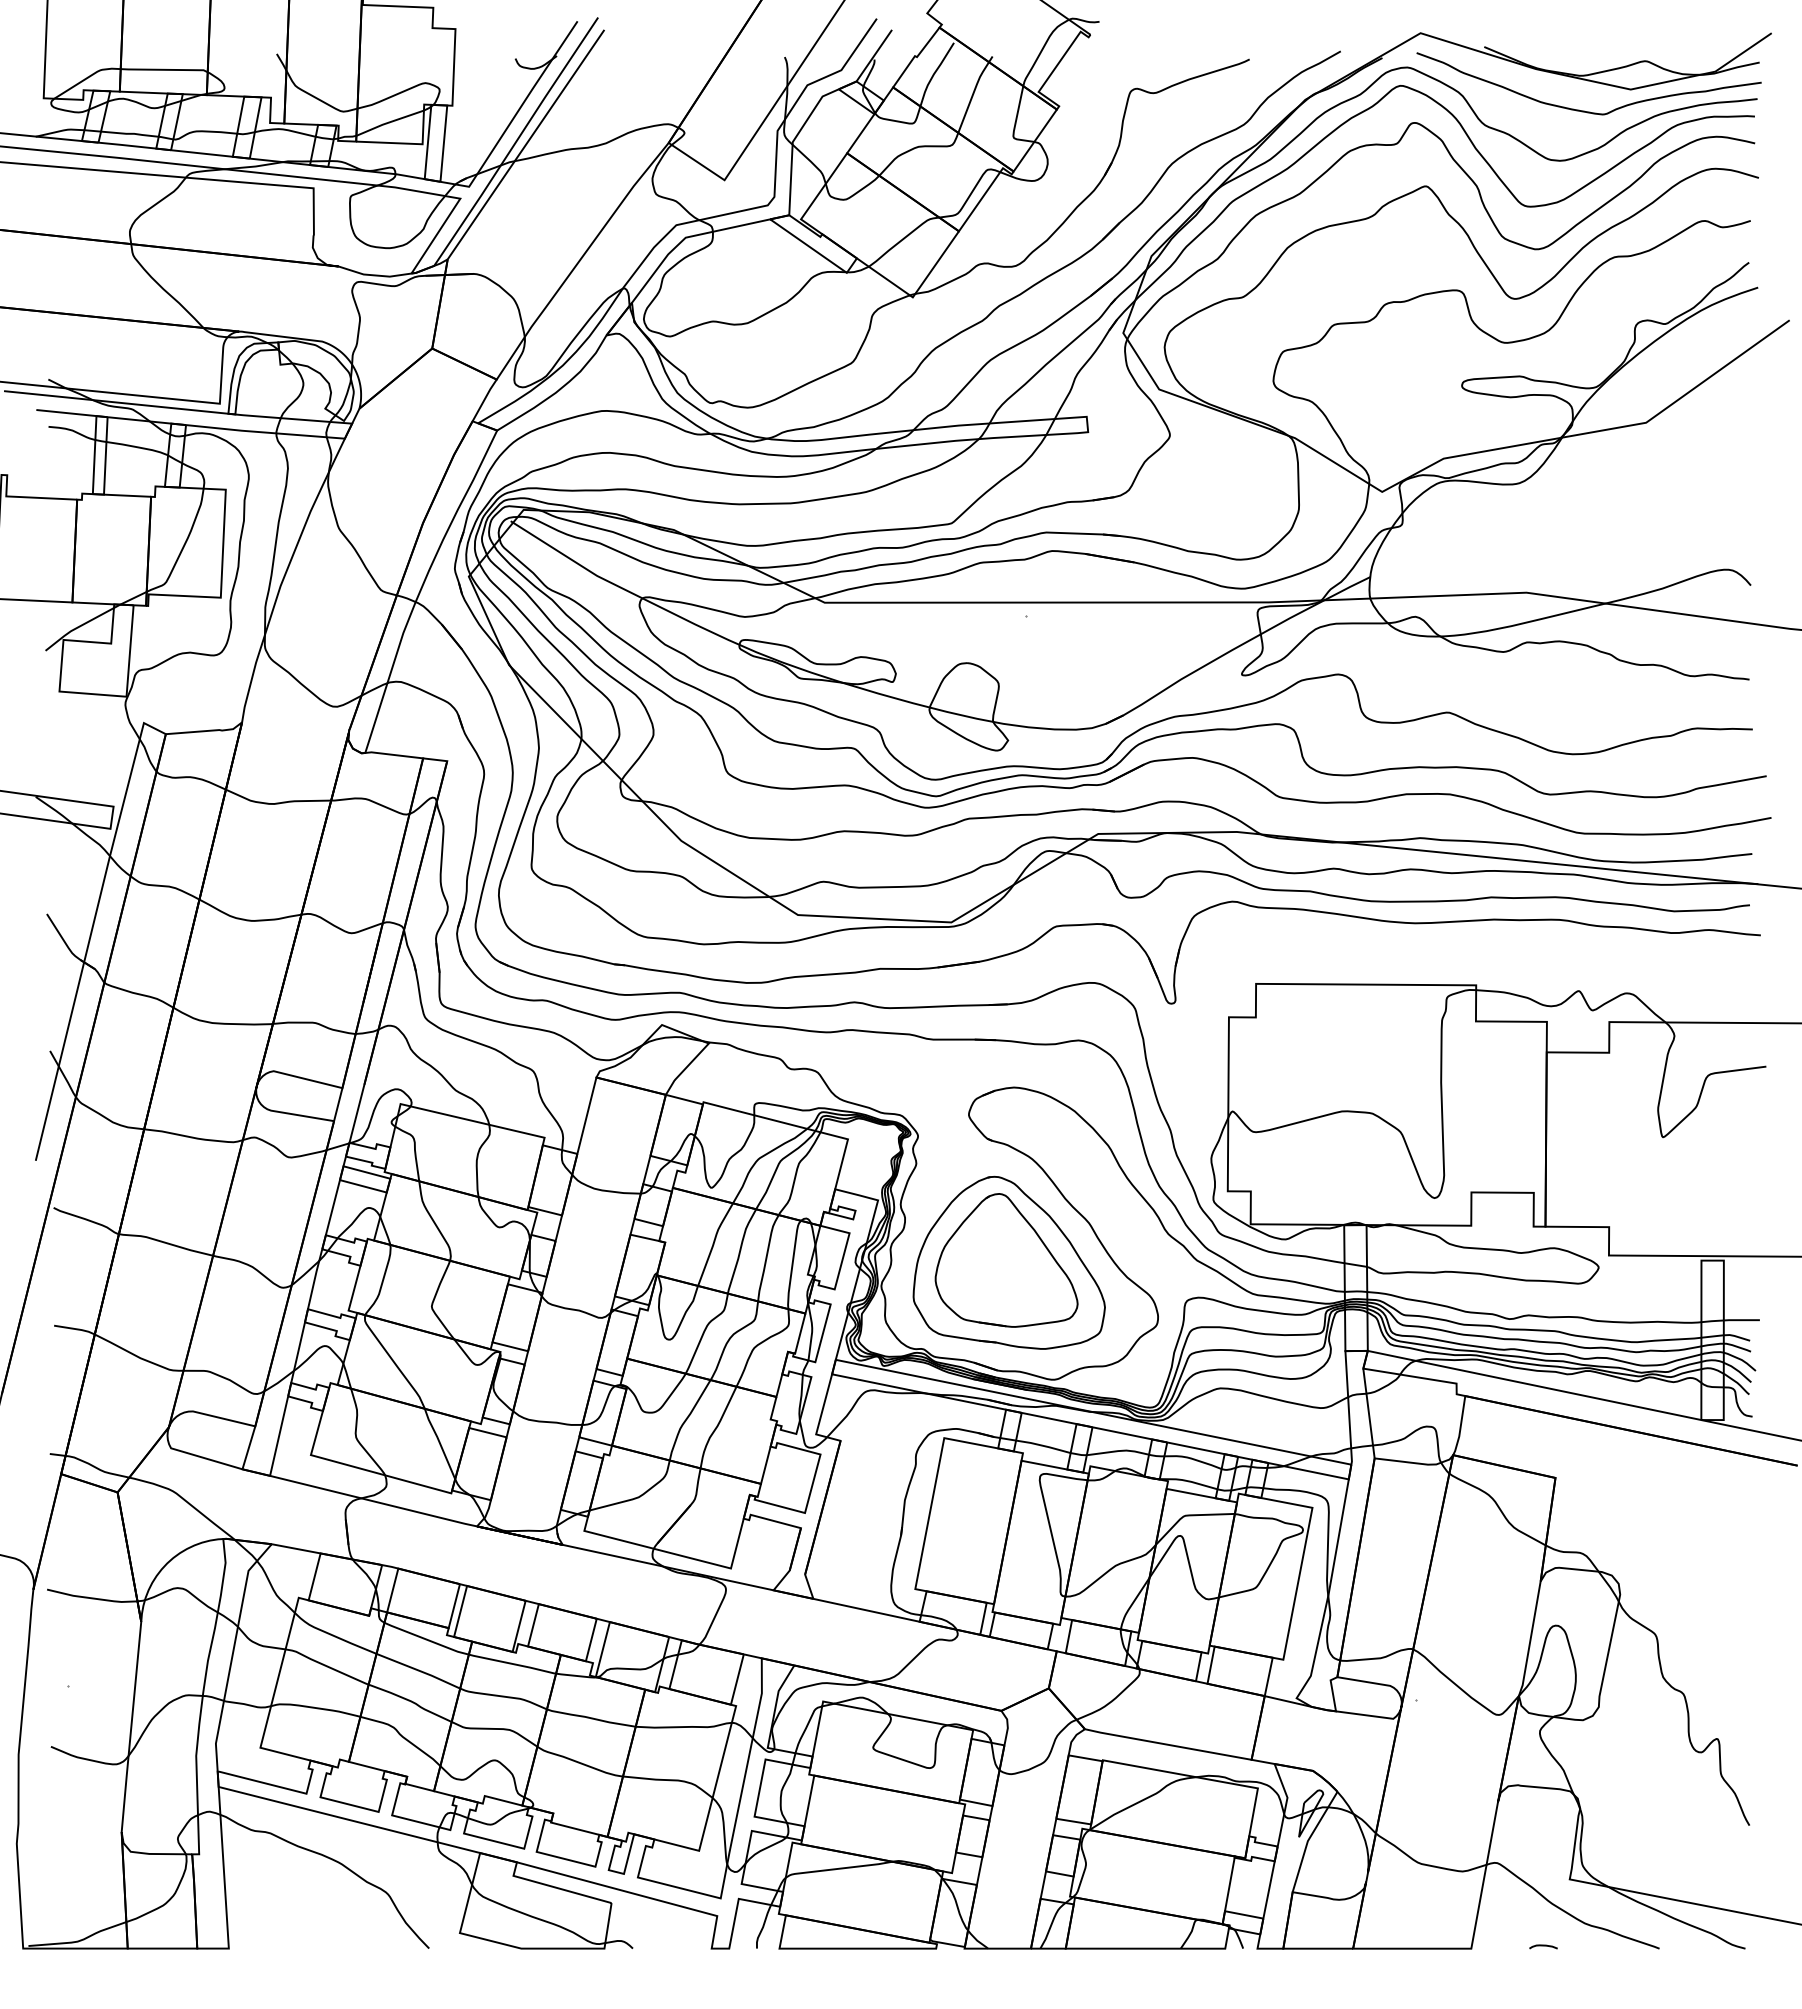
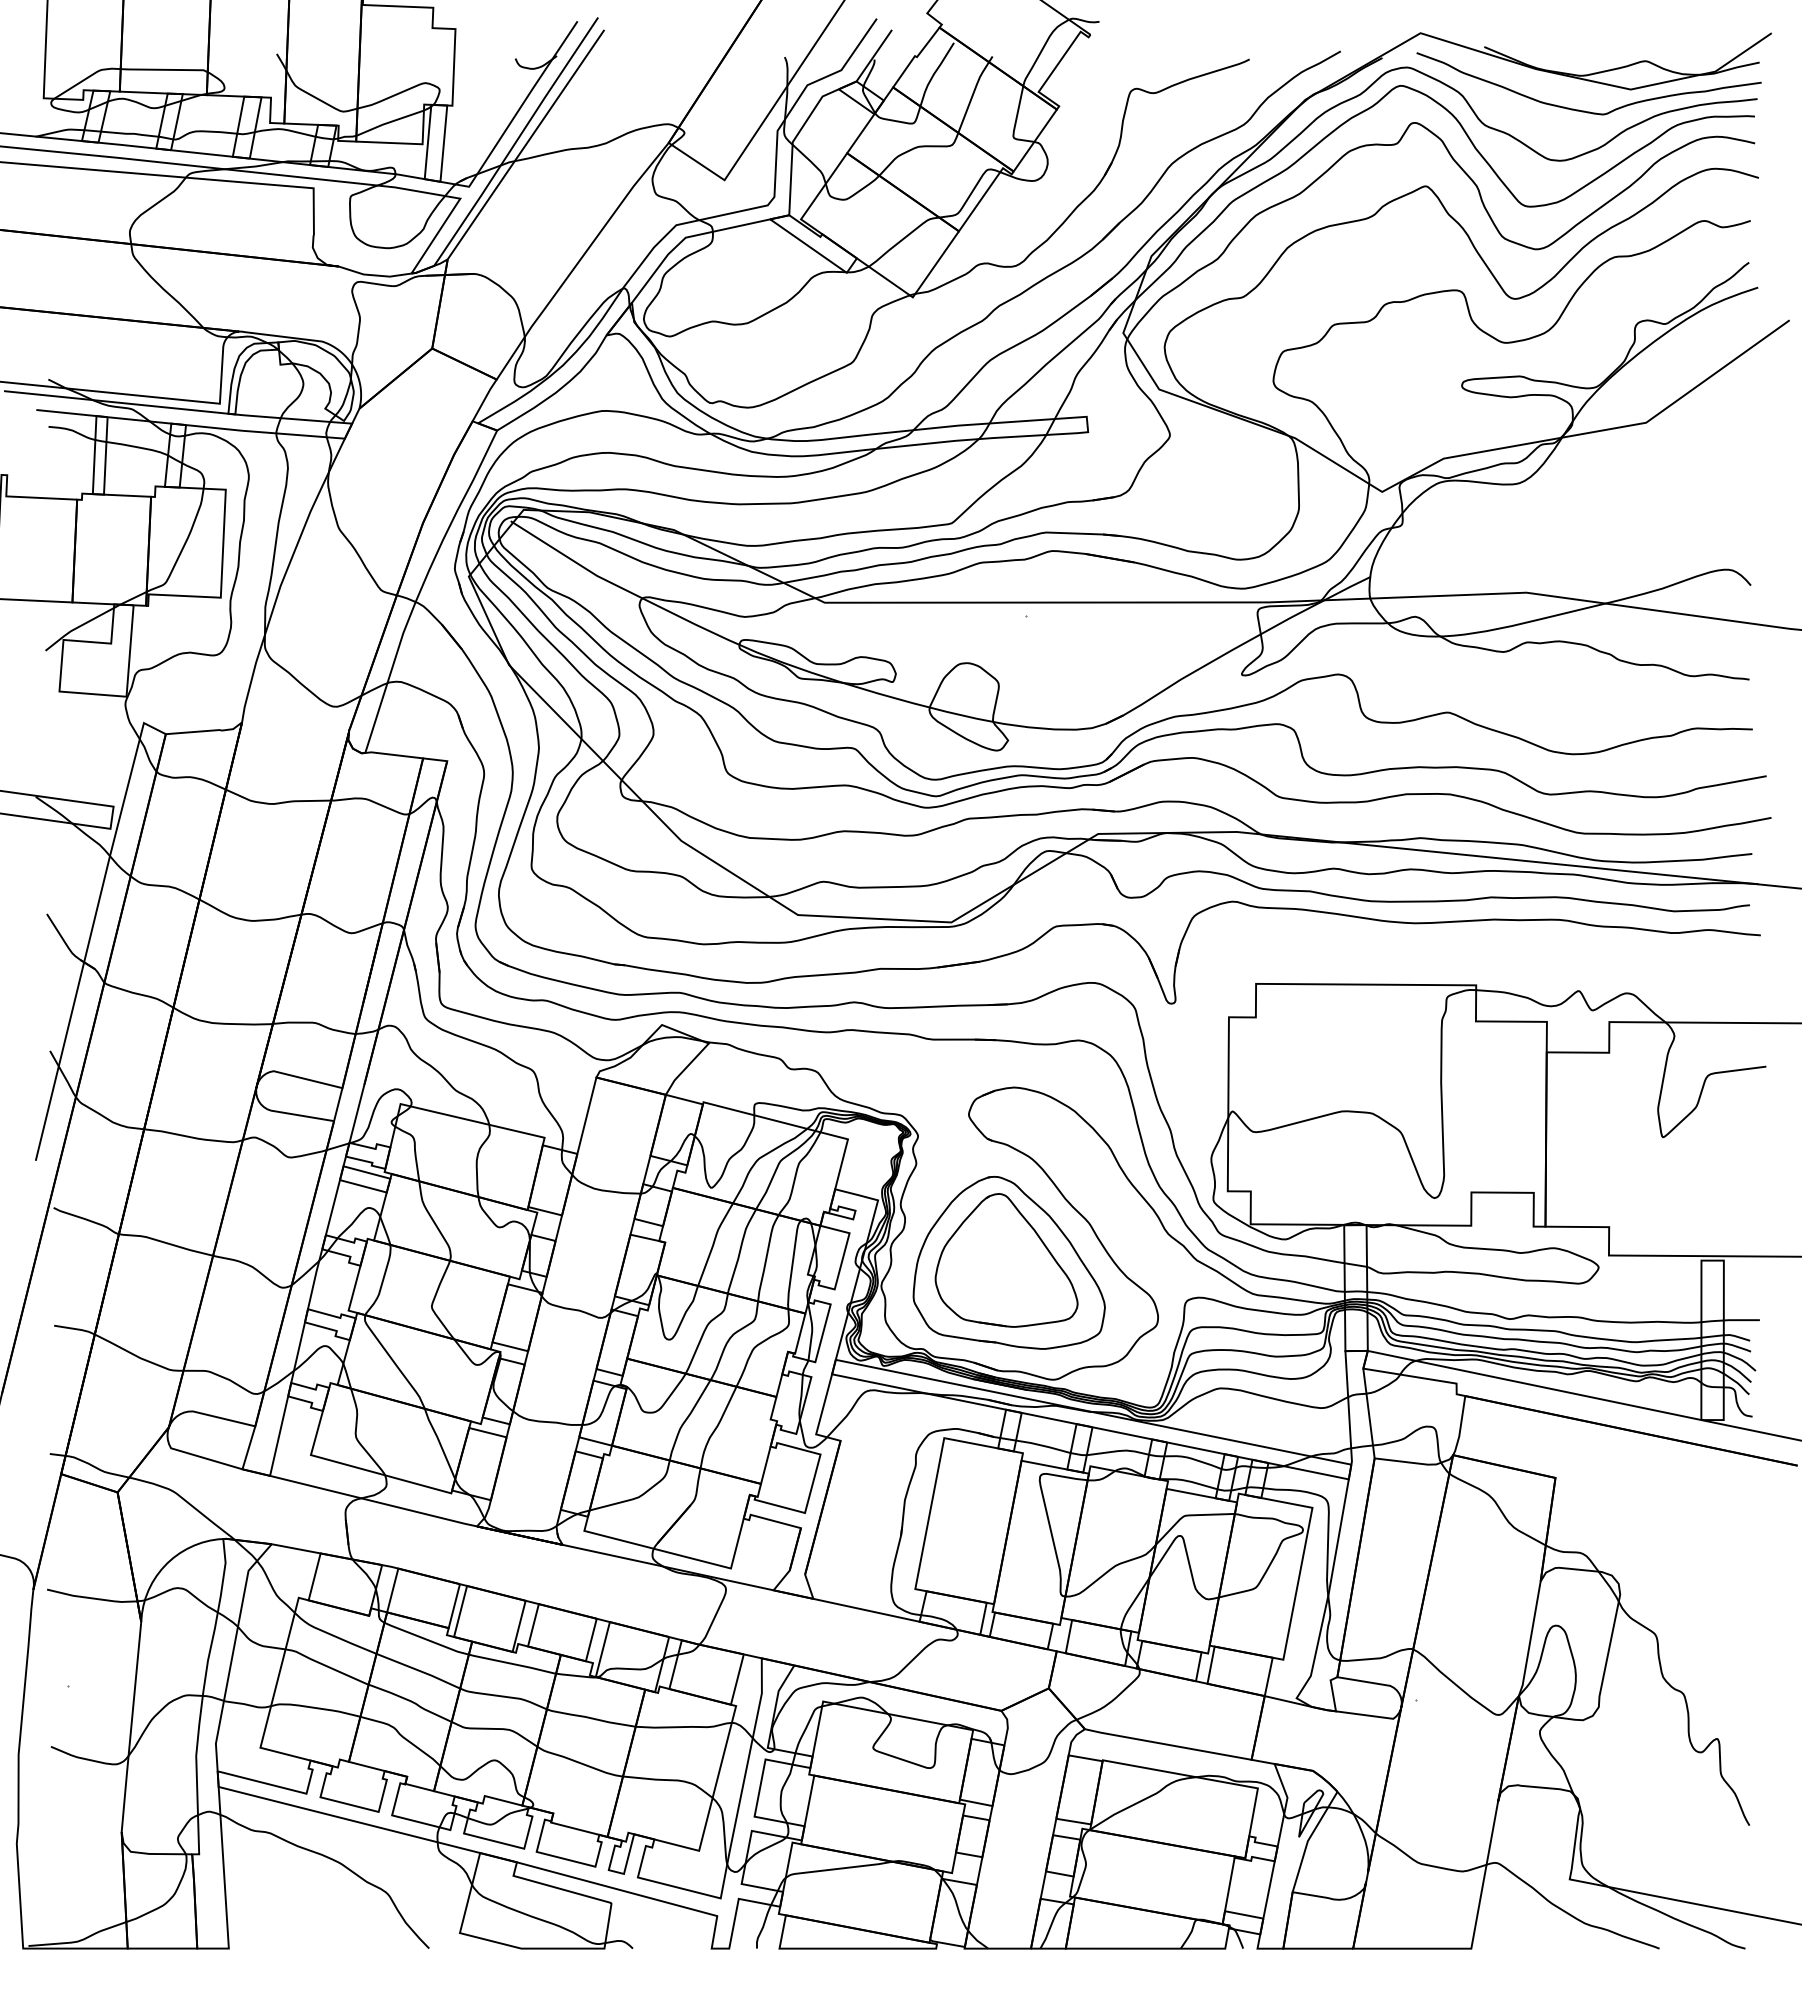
curve at (1543, 1946): present -> none
